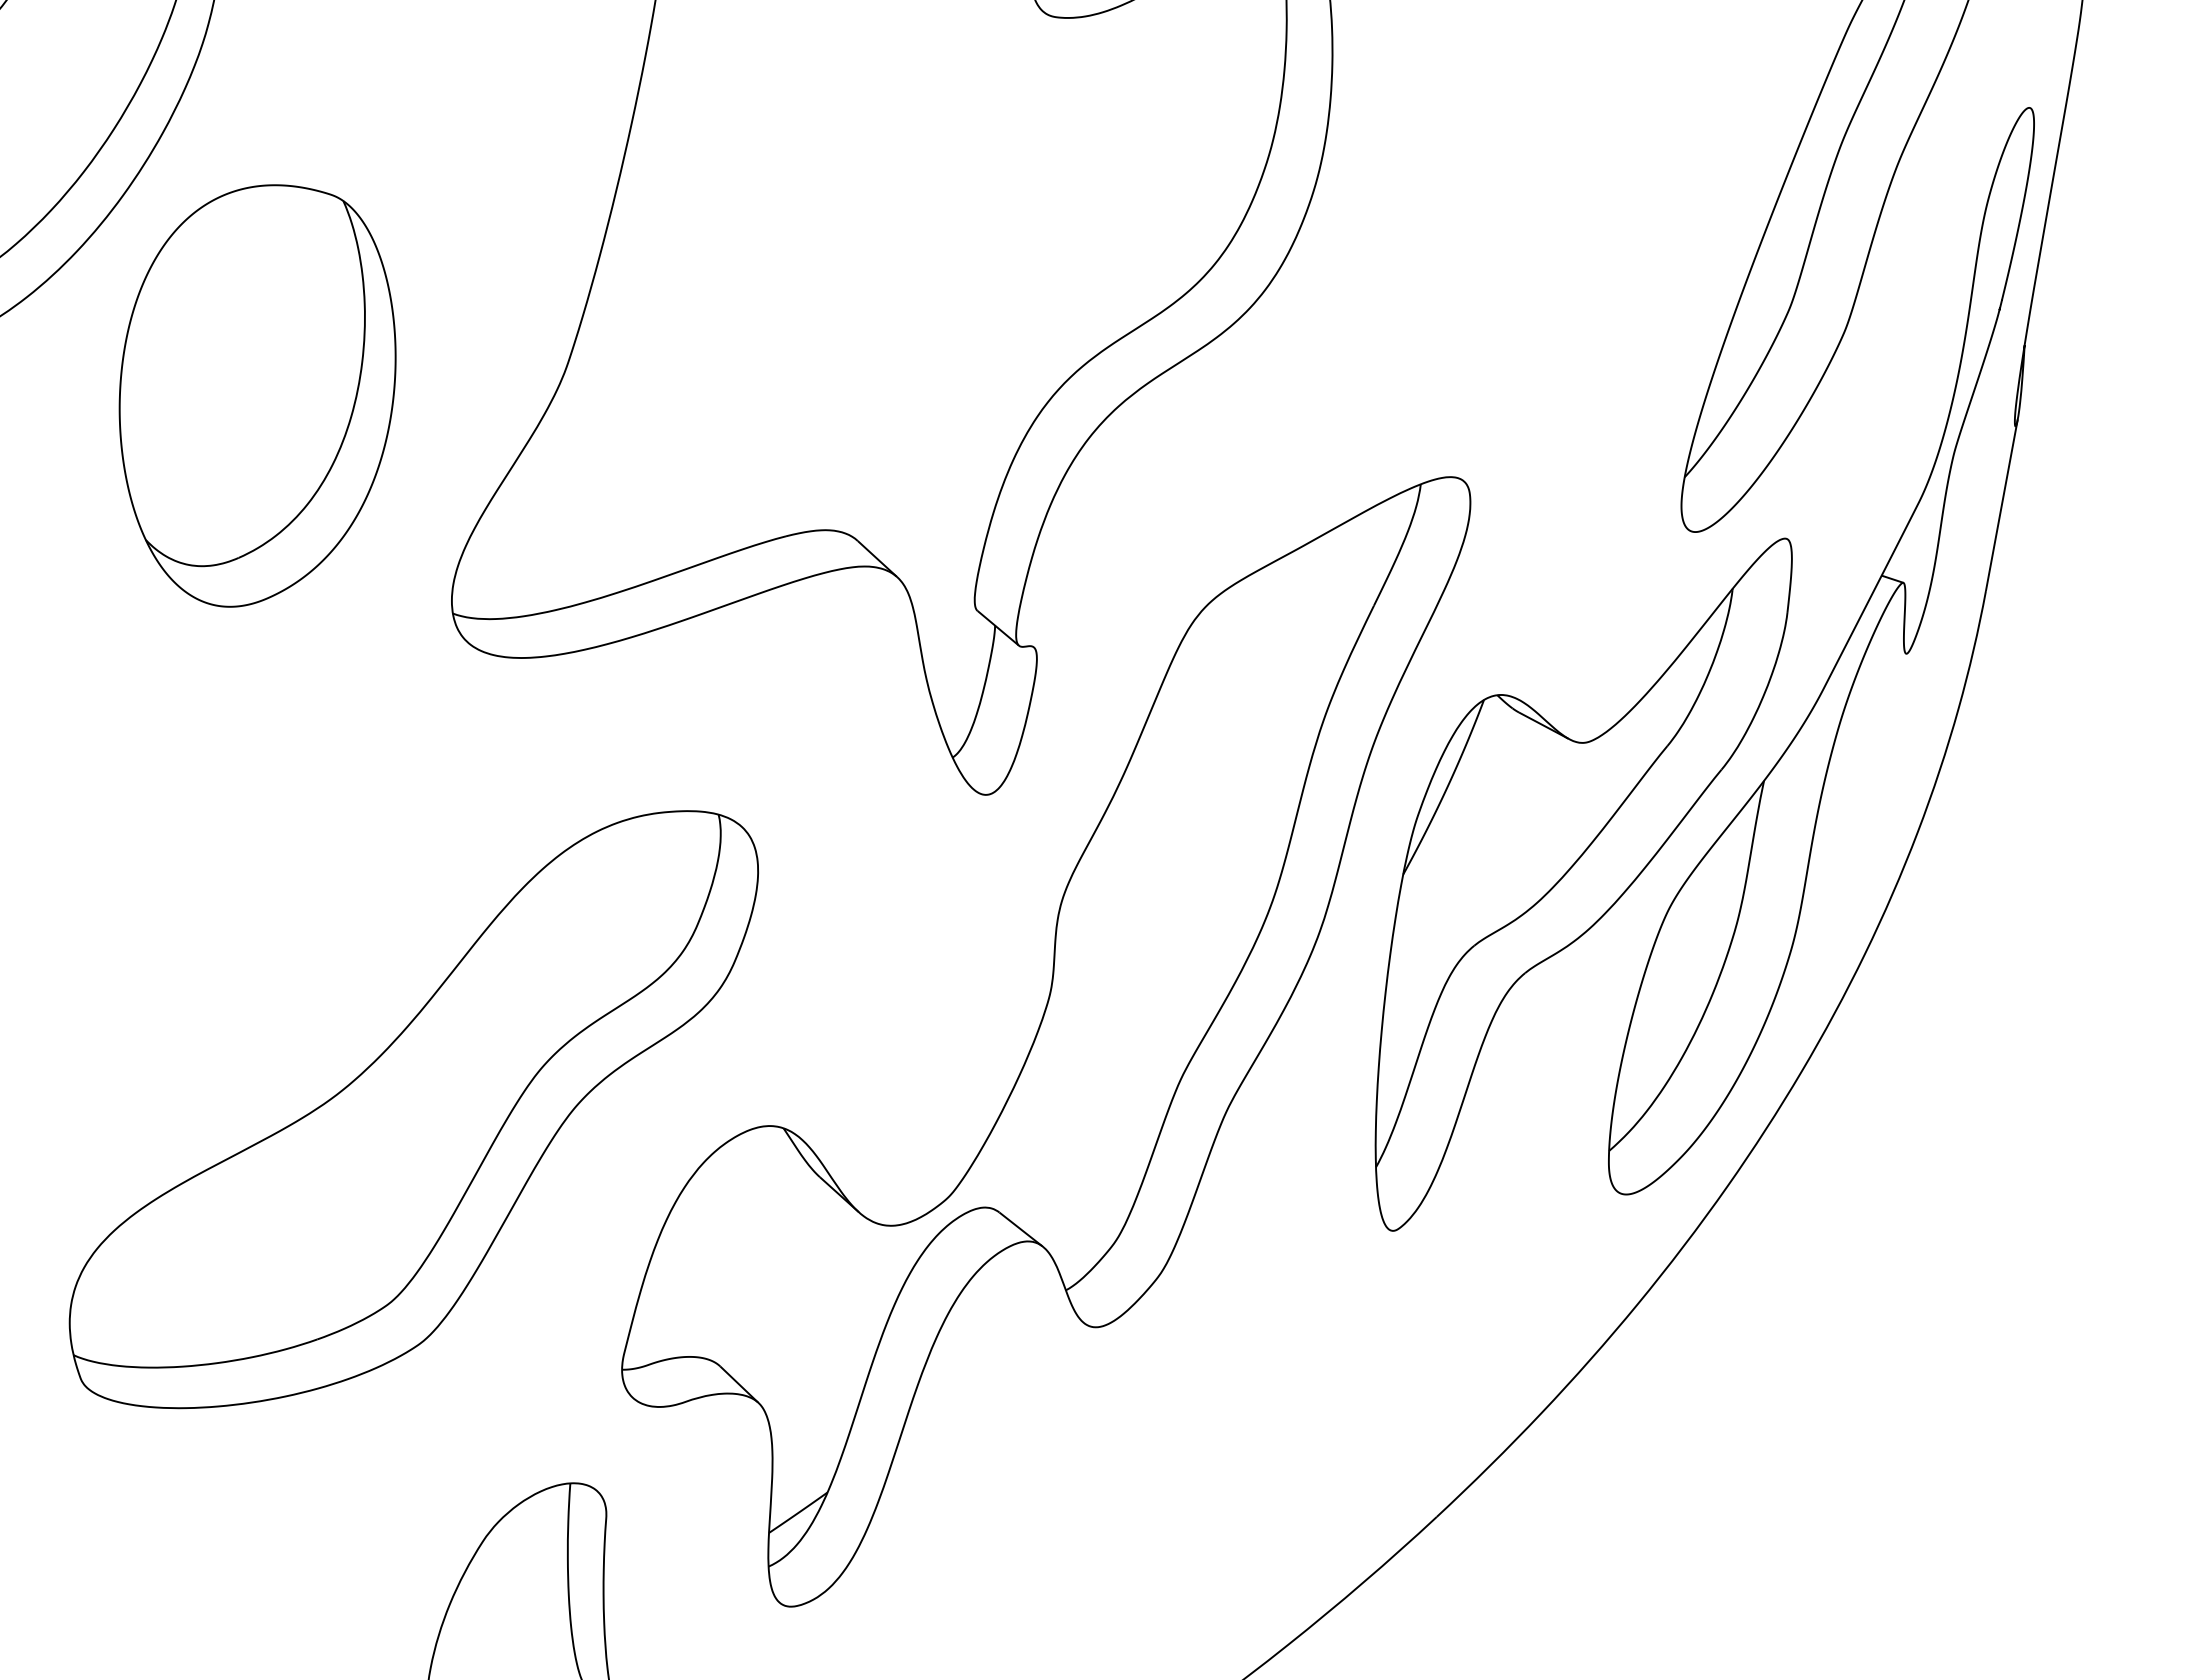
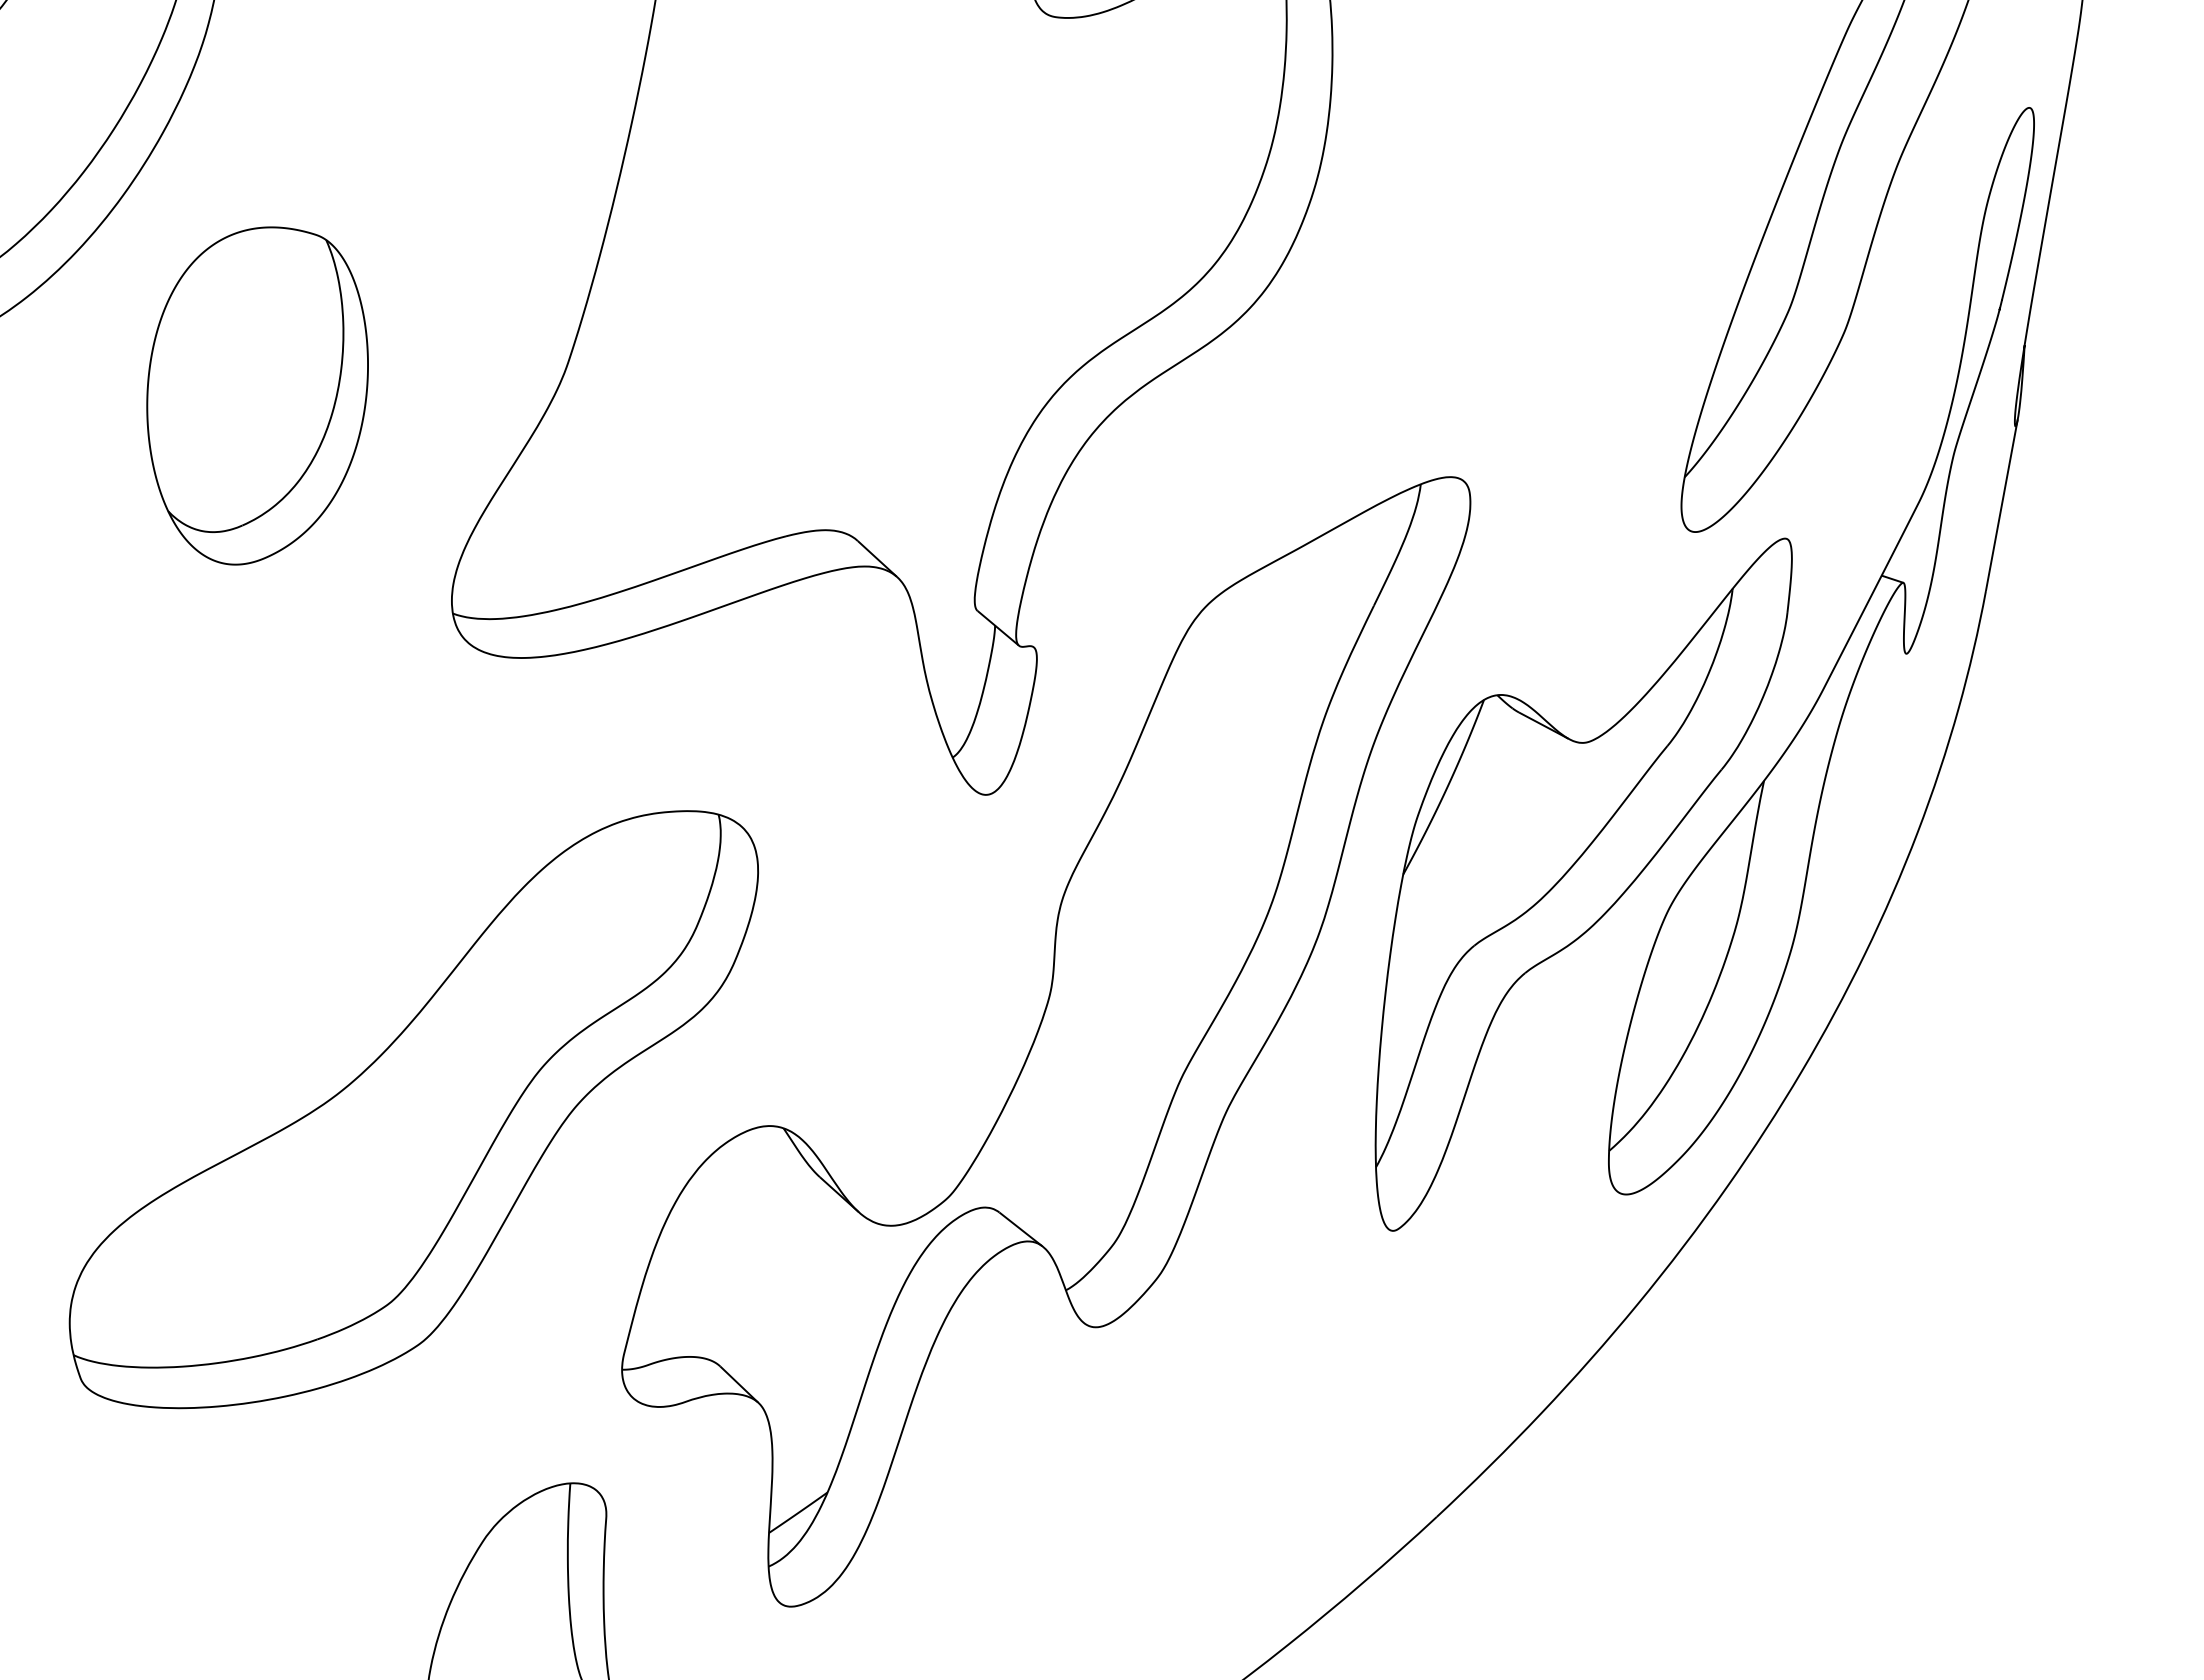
part at (257, 395) size: 279x424 px -> 223x340 px
